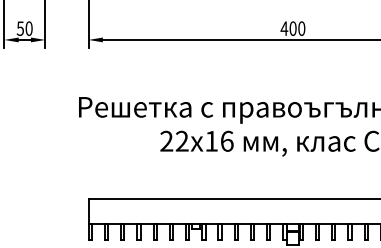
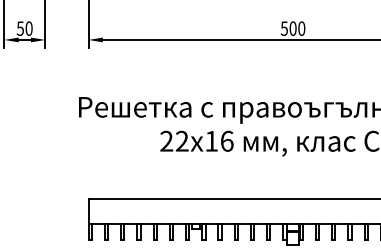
text at (284, 28): 400 -> 500
